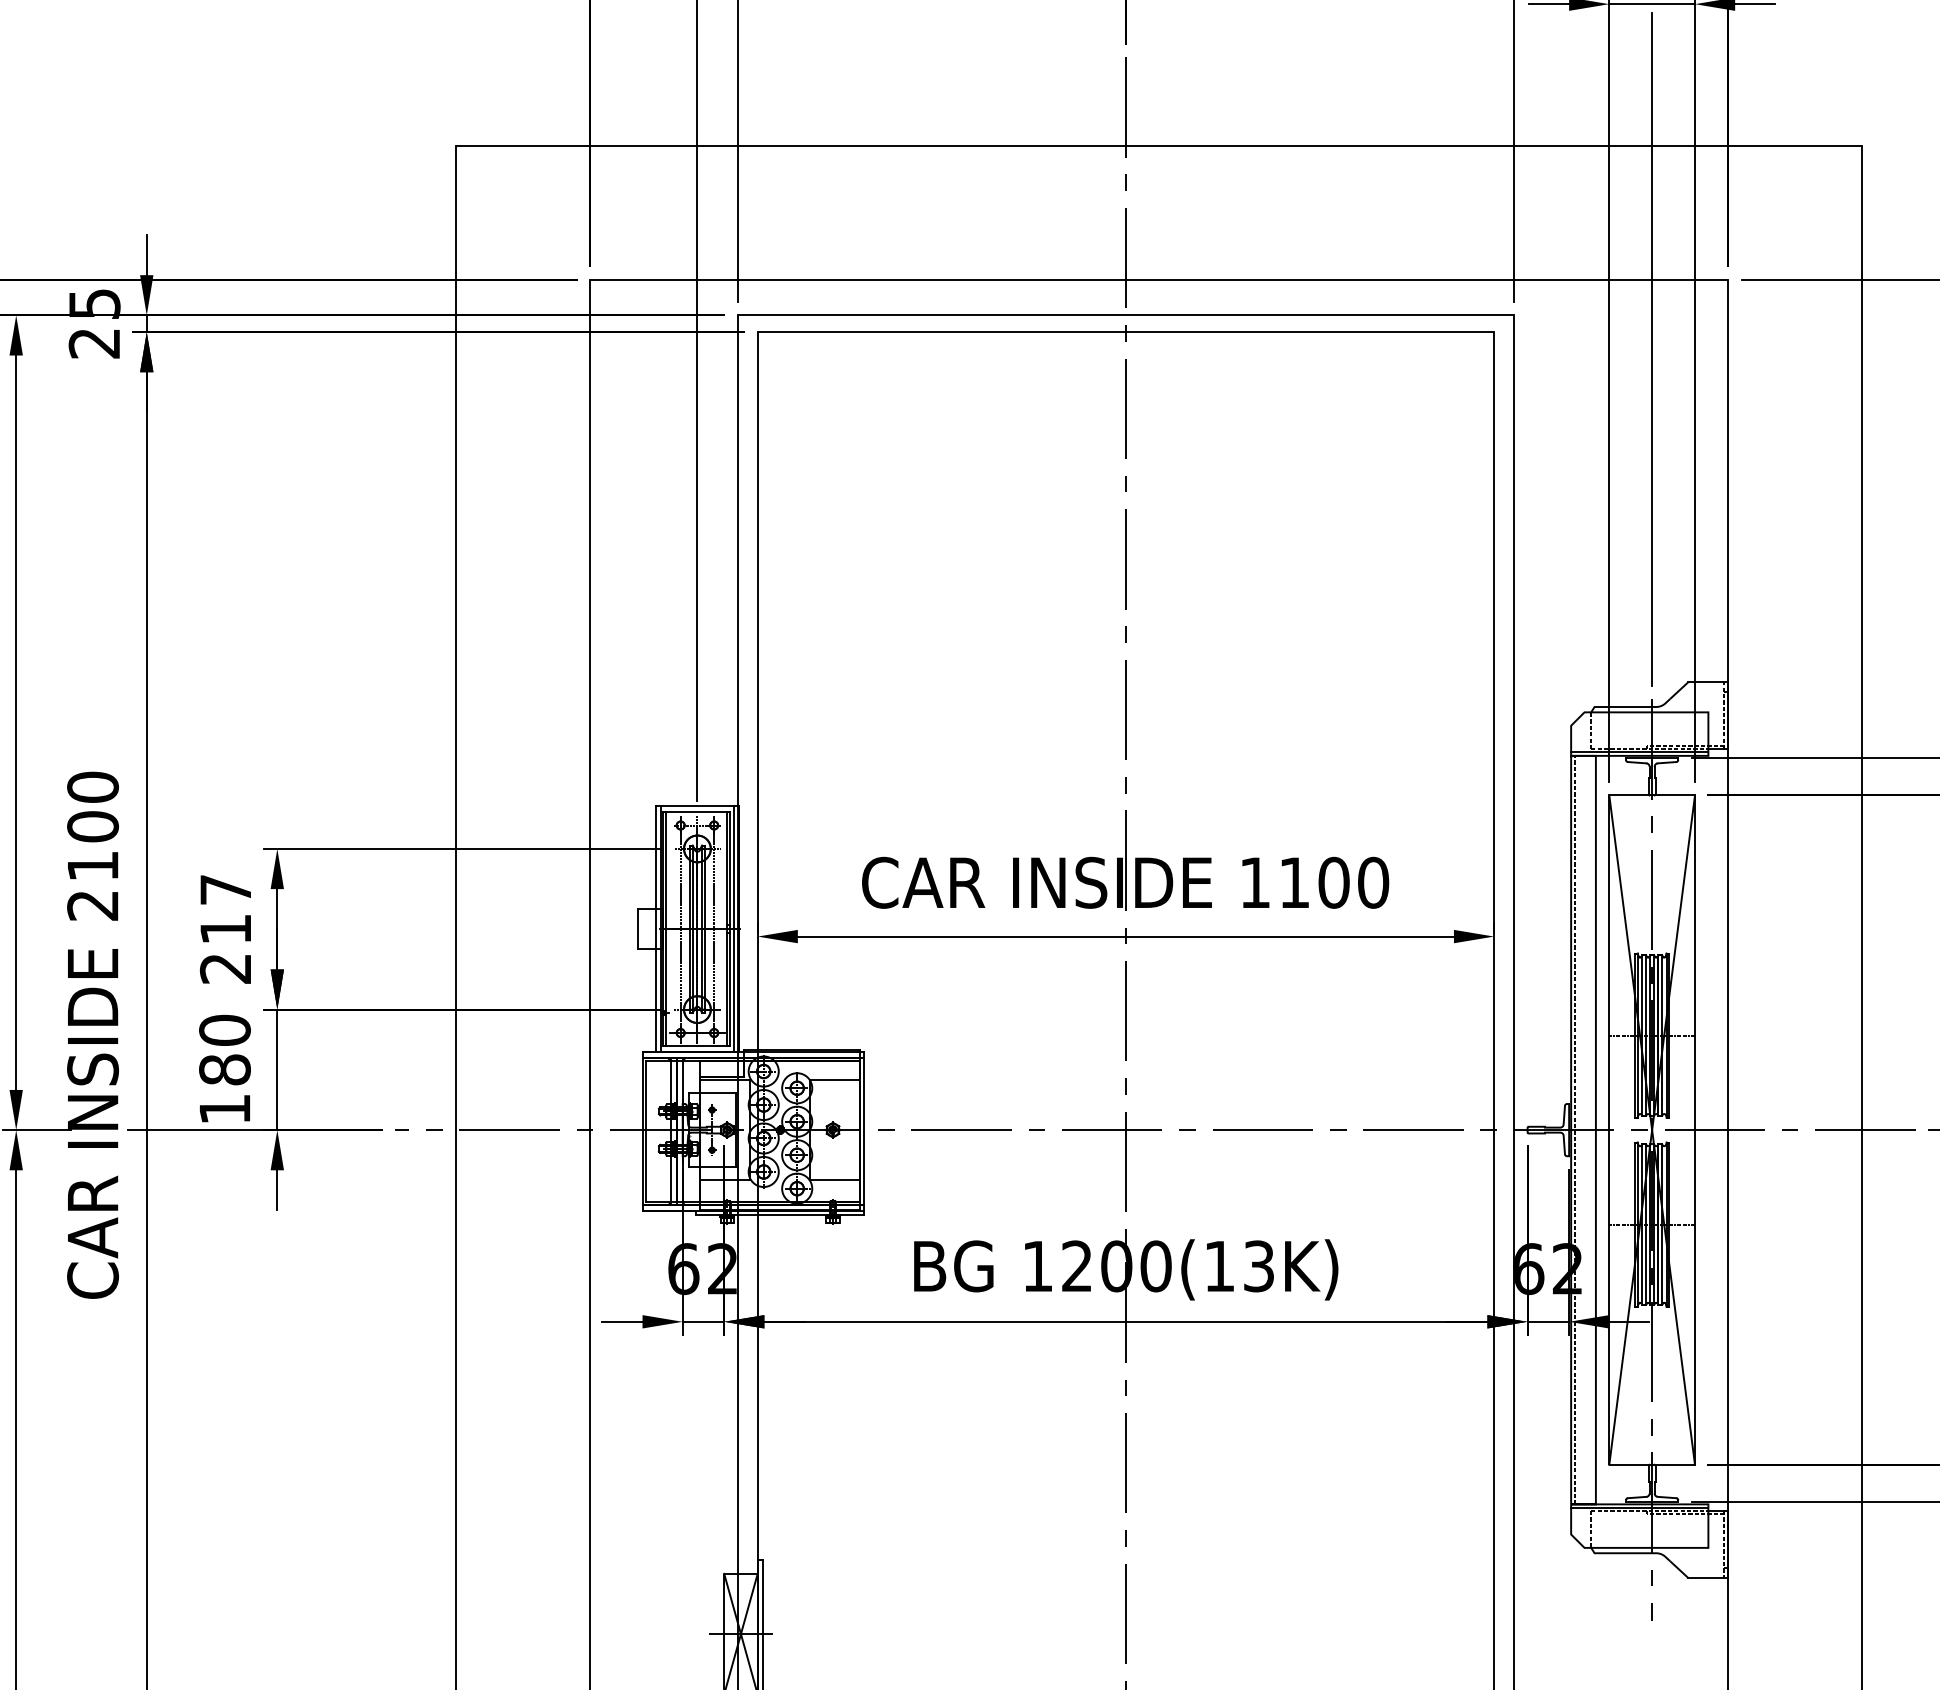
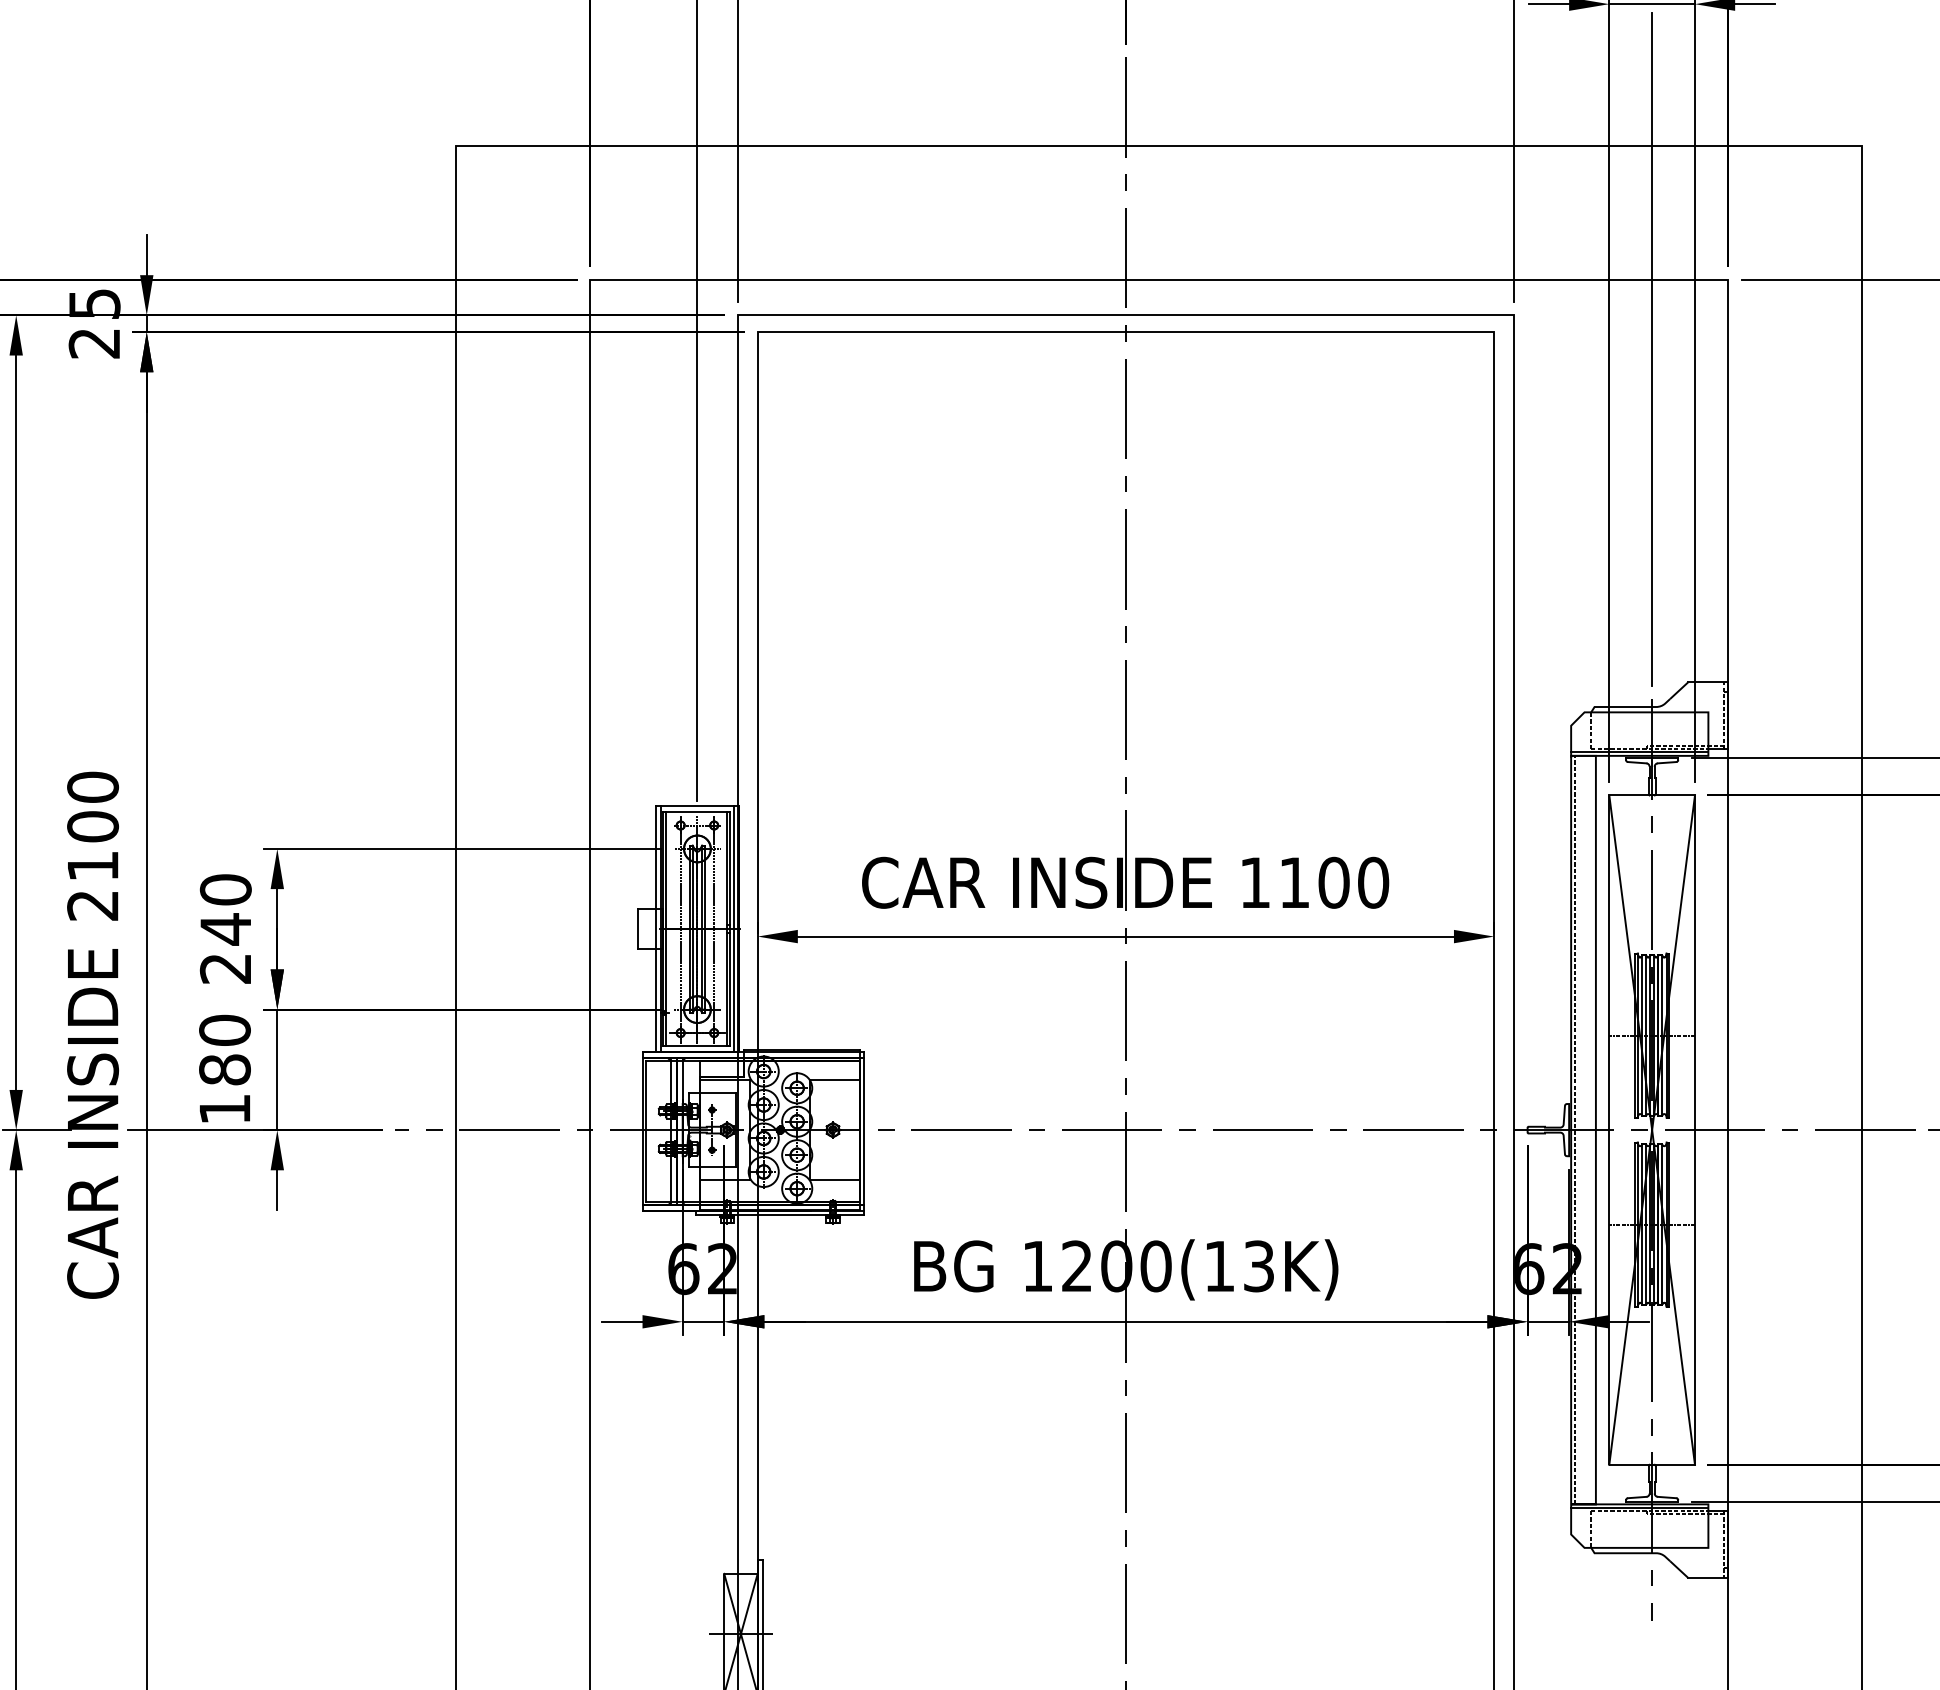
text at (225, 909): 217 -> 240
